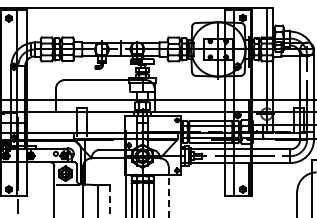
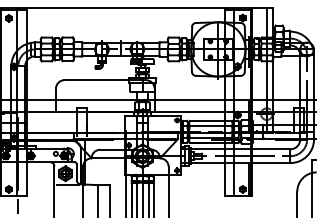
line at (168, 192): dashed -> solid
line at (109, 201): dashed -> solid
